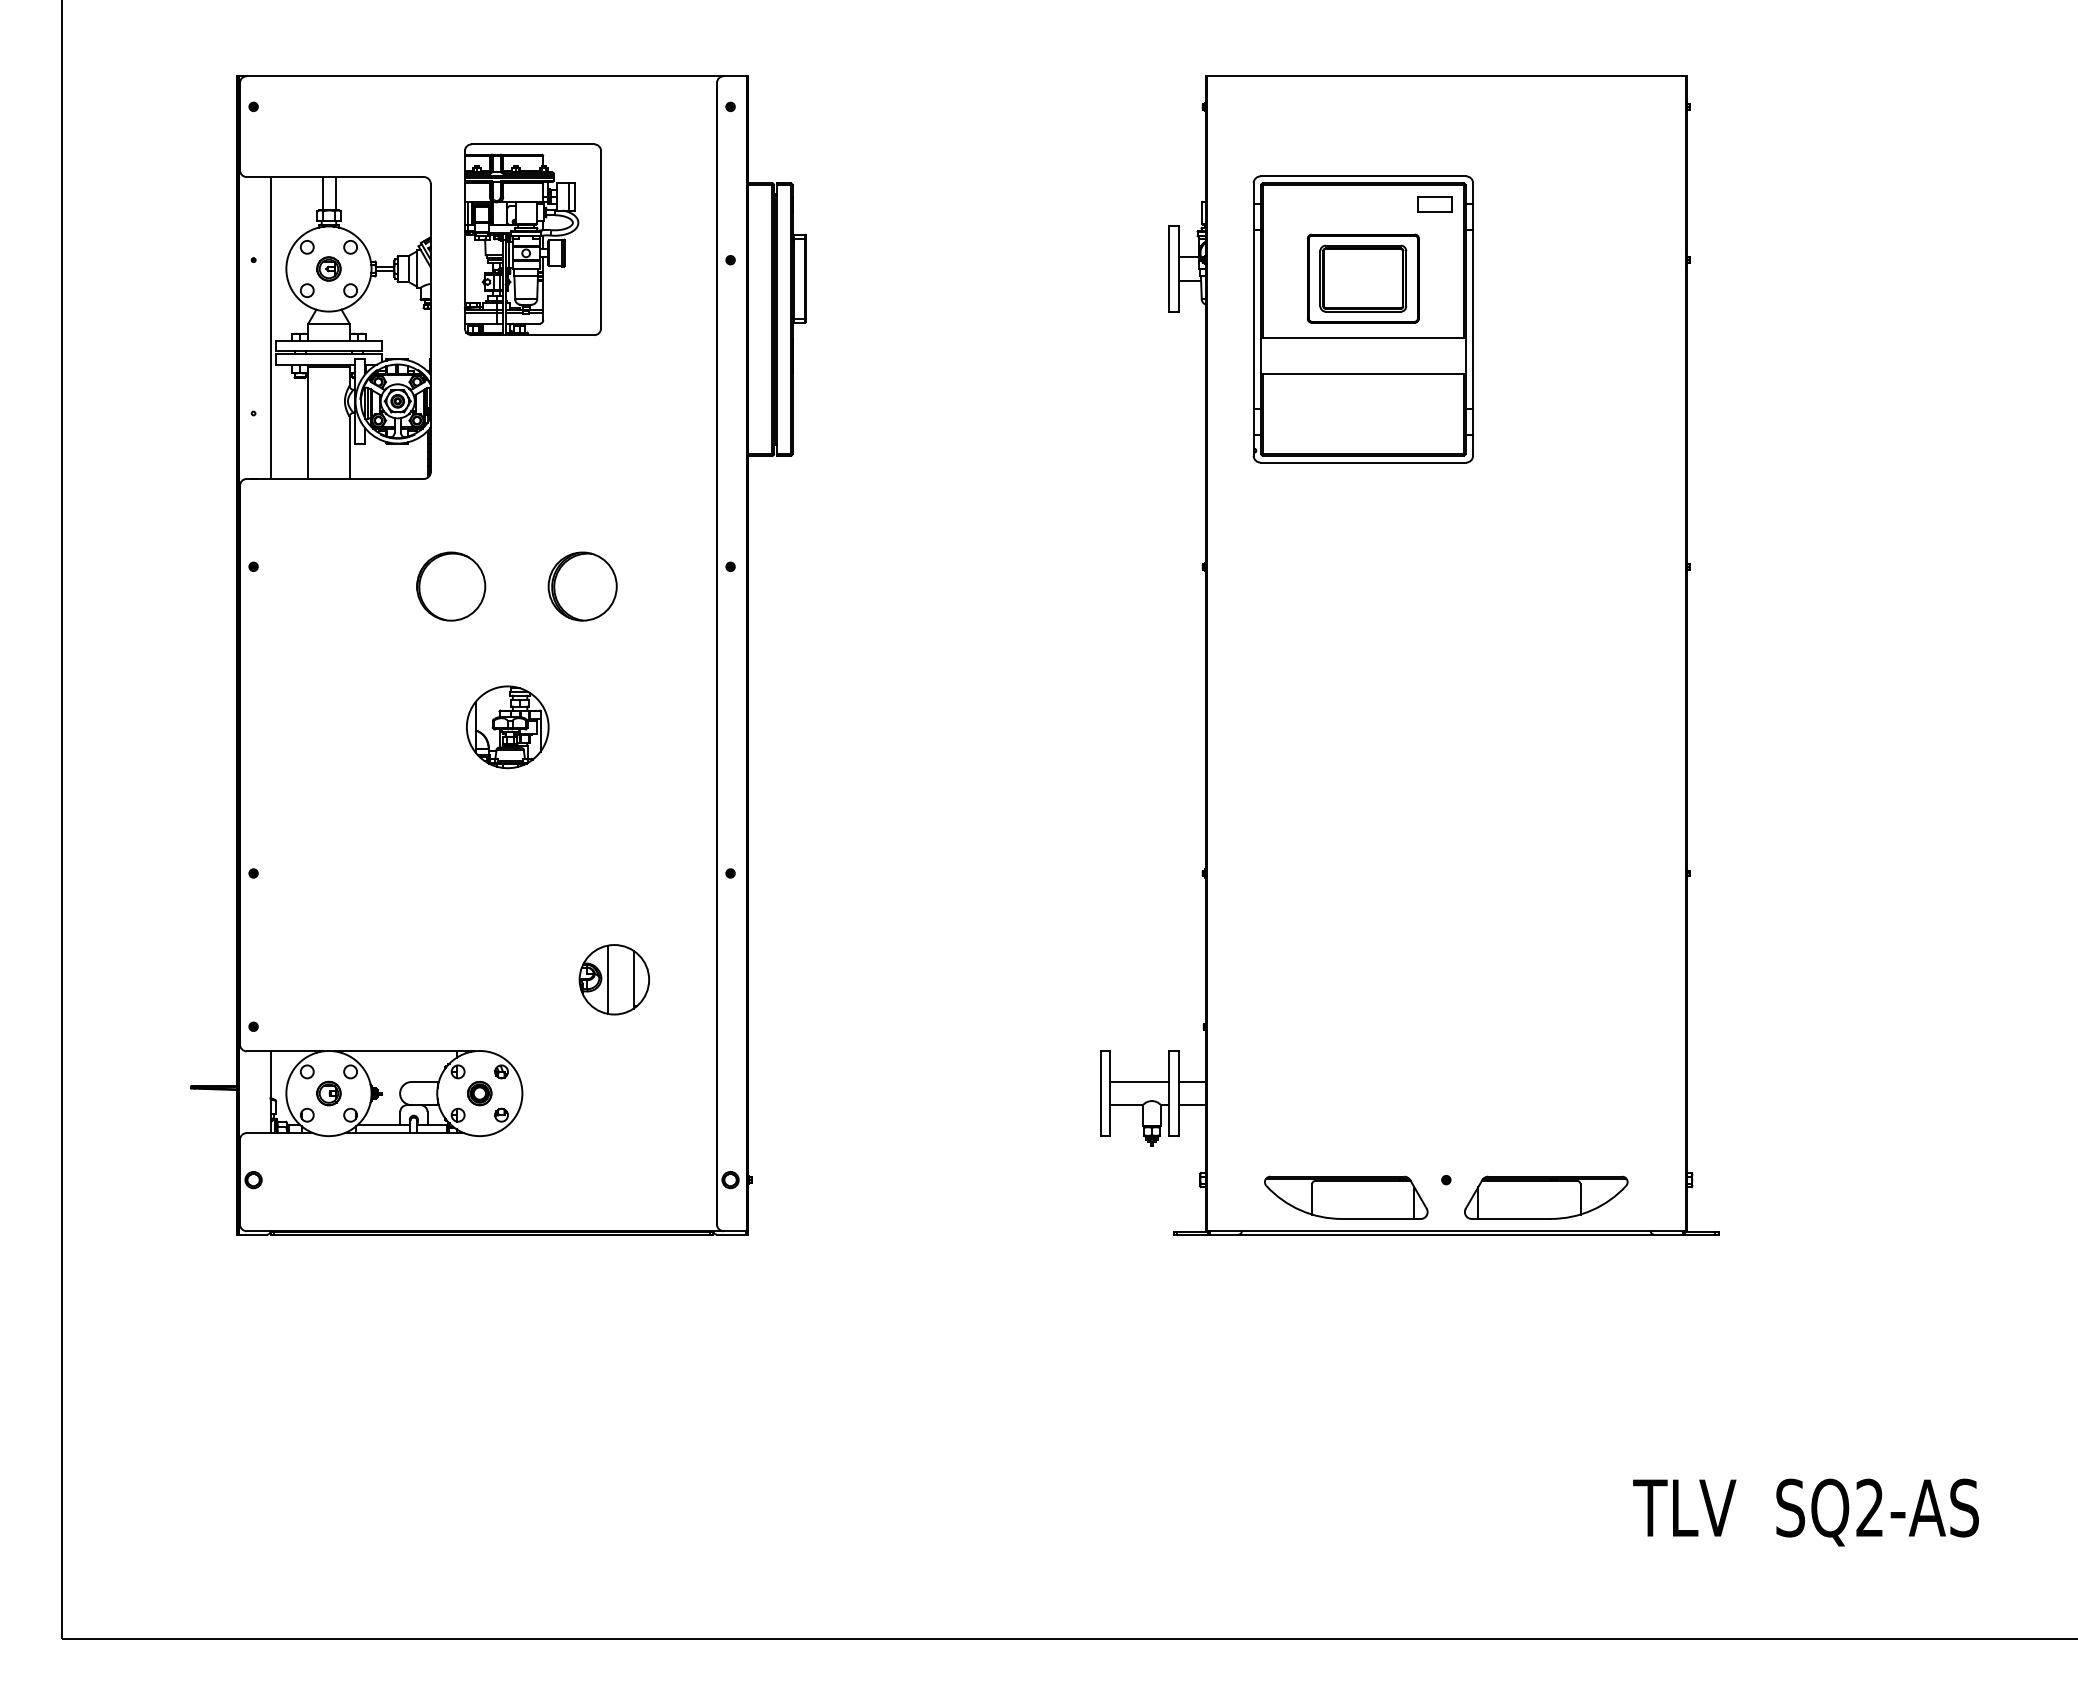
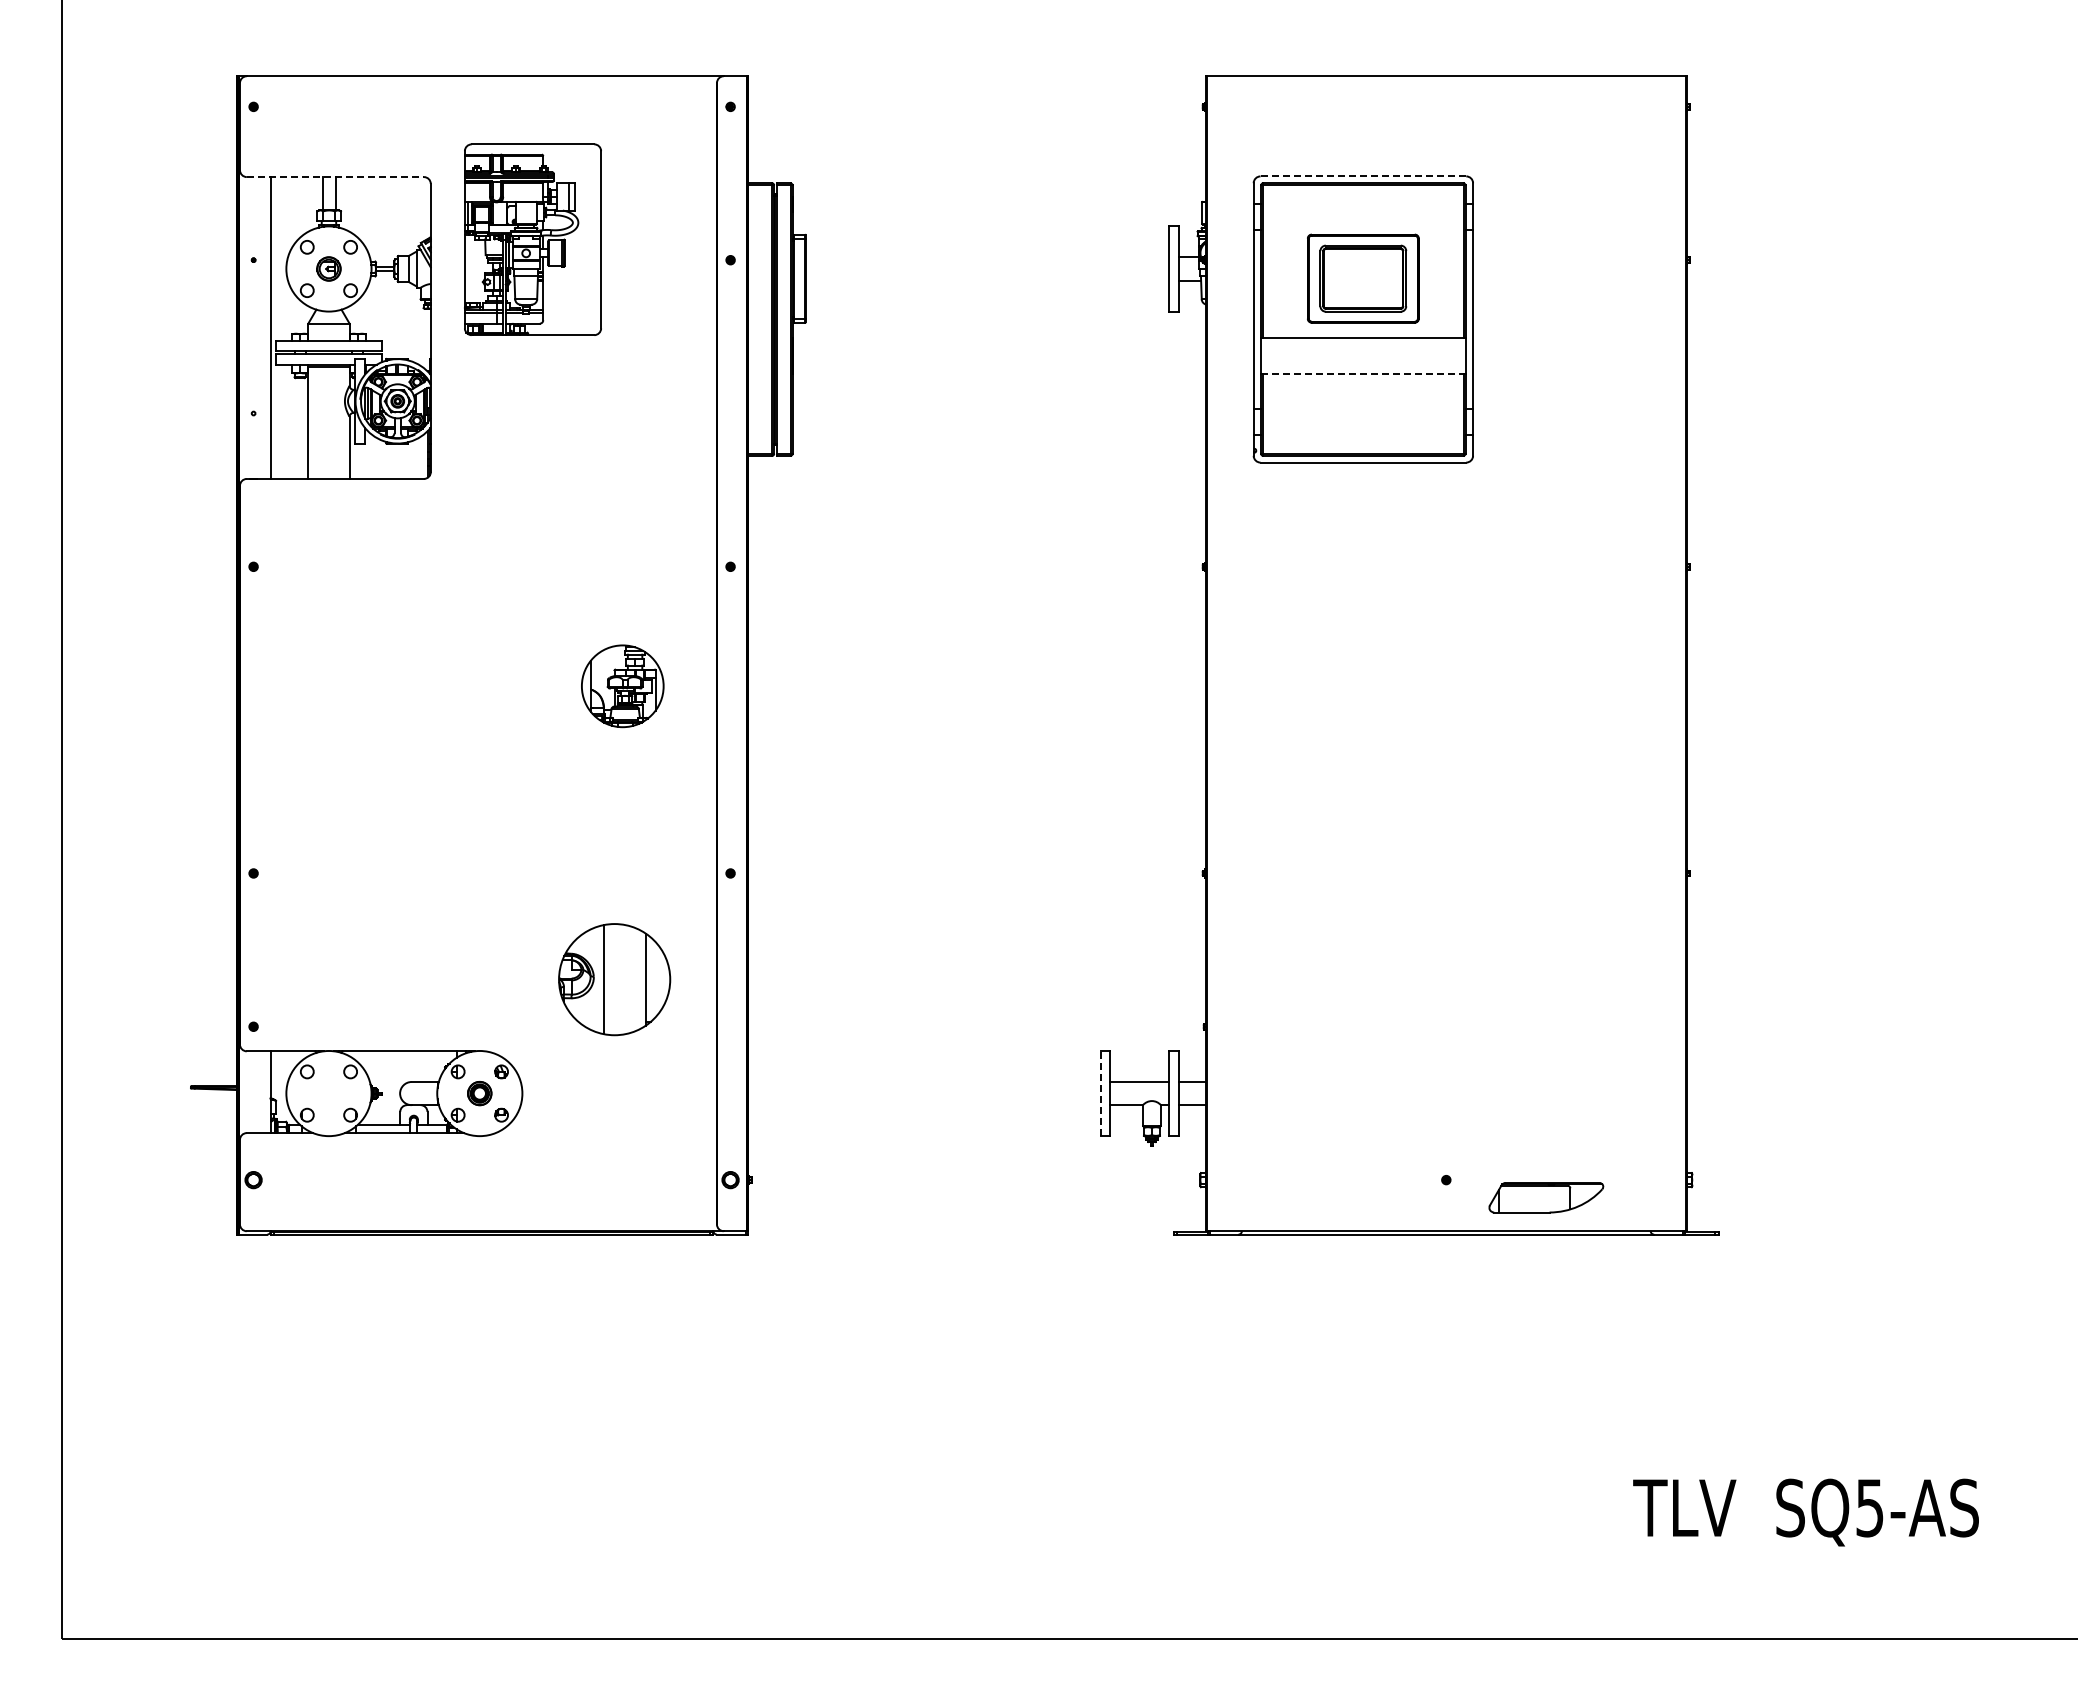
line at (1363, 176): solid -> dashed
line at (335, 177): solid -> dashed
part at (1434, 204): present -> none
line at (1362, 374): solid -> dashed
part at (451, 586): present -> none
part at (582, 586): present -> none
part at (507, 727) position: (507, 727) -> (622, 686)
part at (613, 979) size: 72x72 px -> 114x114 px
part at (328, 1093): present -> none
line at (1100, 1093): solid -> dashed
part at (1346, 1197): present -> none
part at (1546, 1197) size: 165x45 px -> 117x32 px
text at (1869, 1507): SQ2-AS -> SQ5-AS
